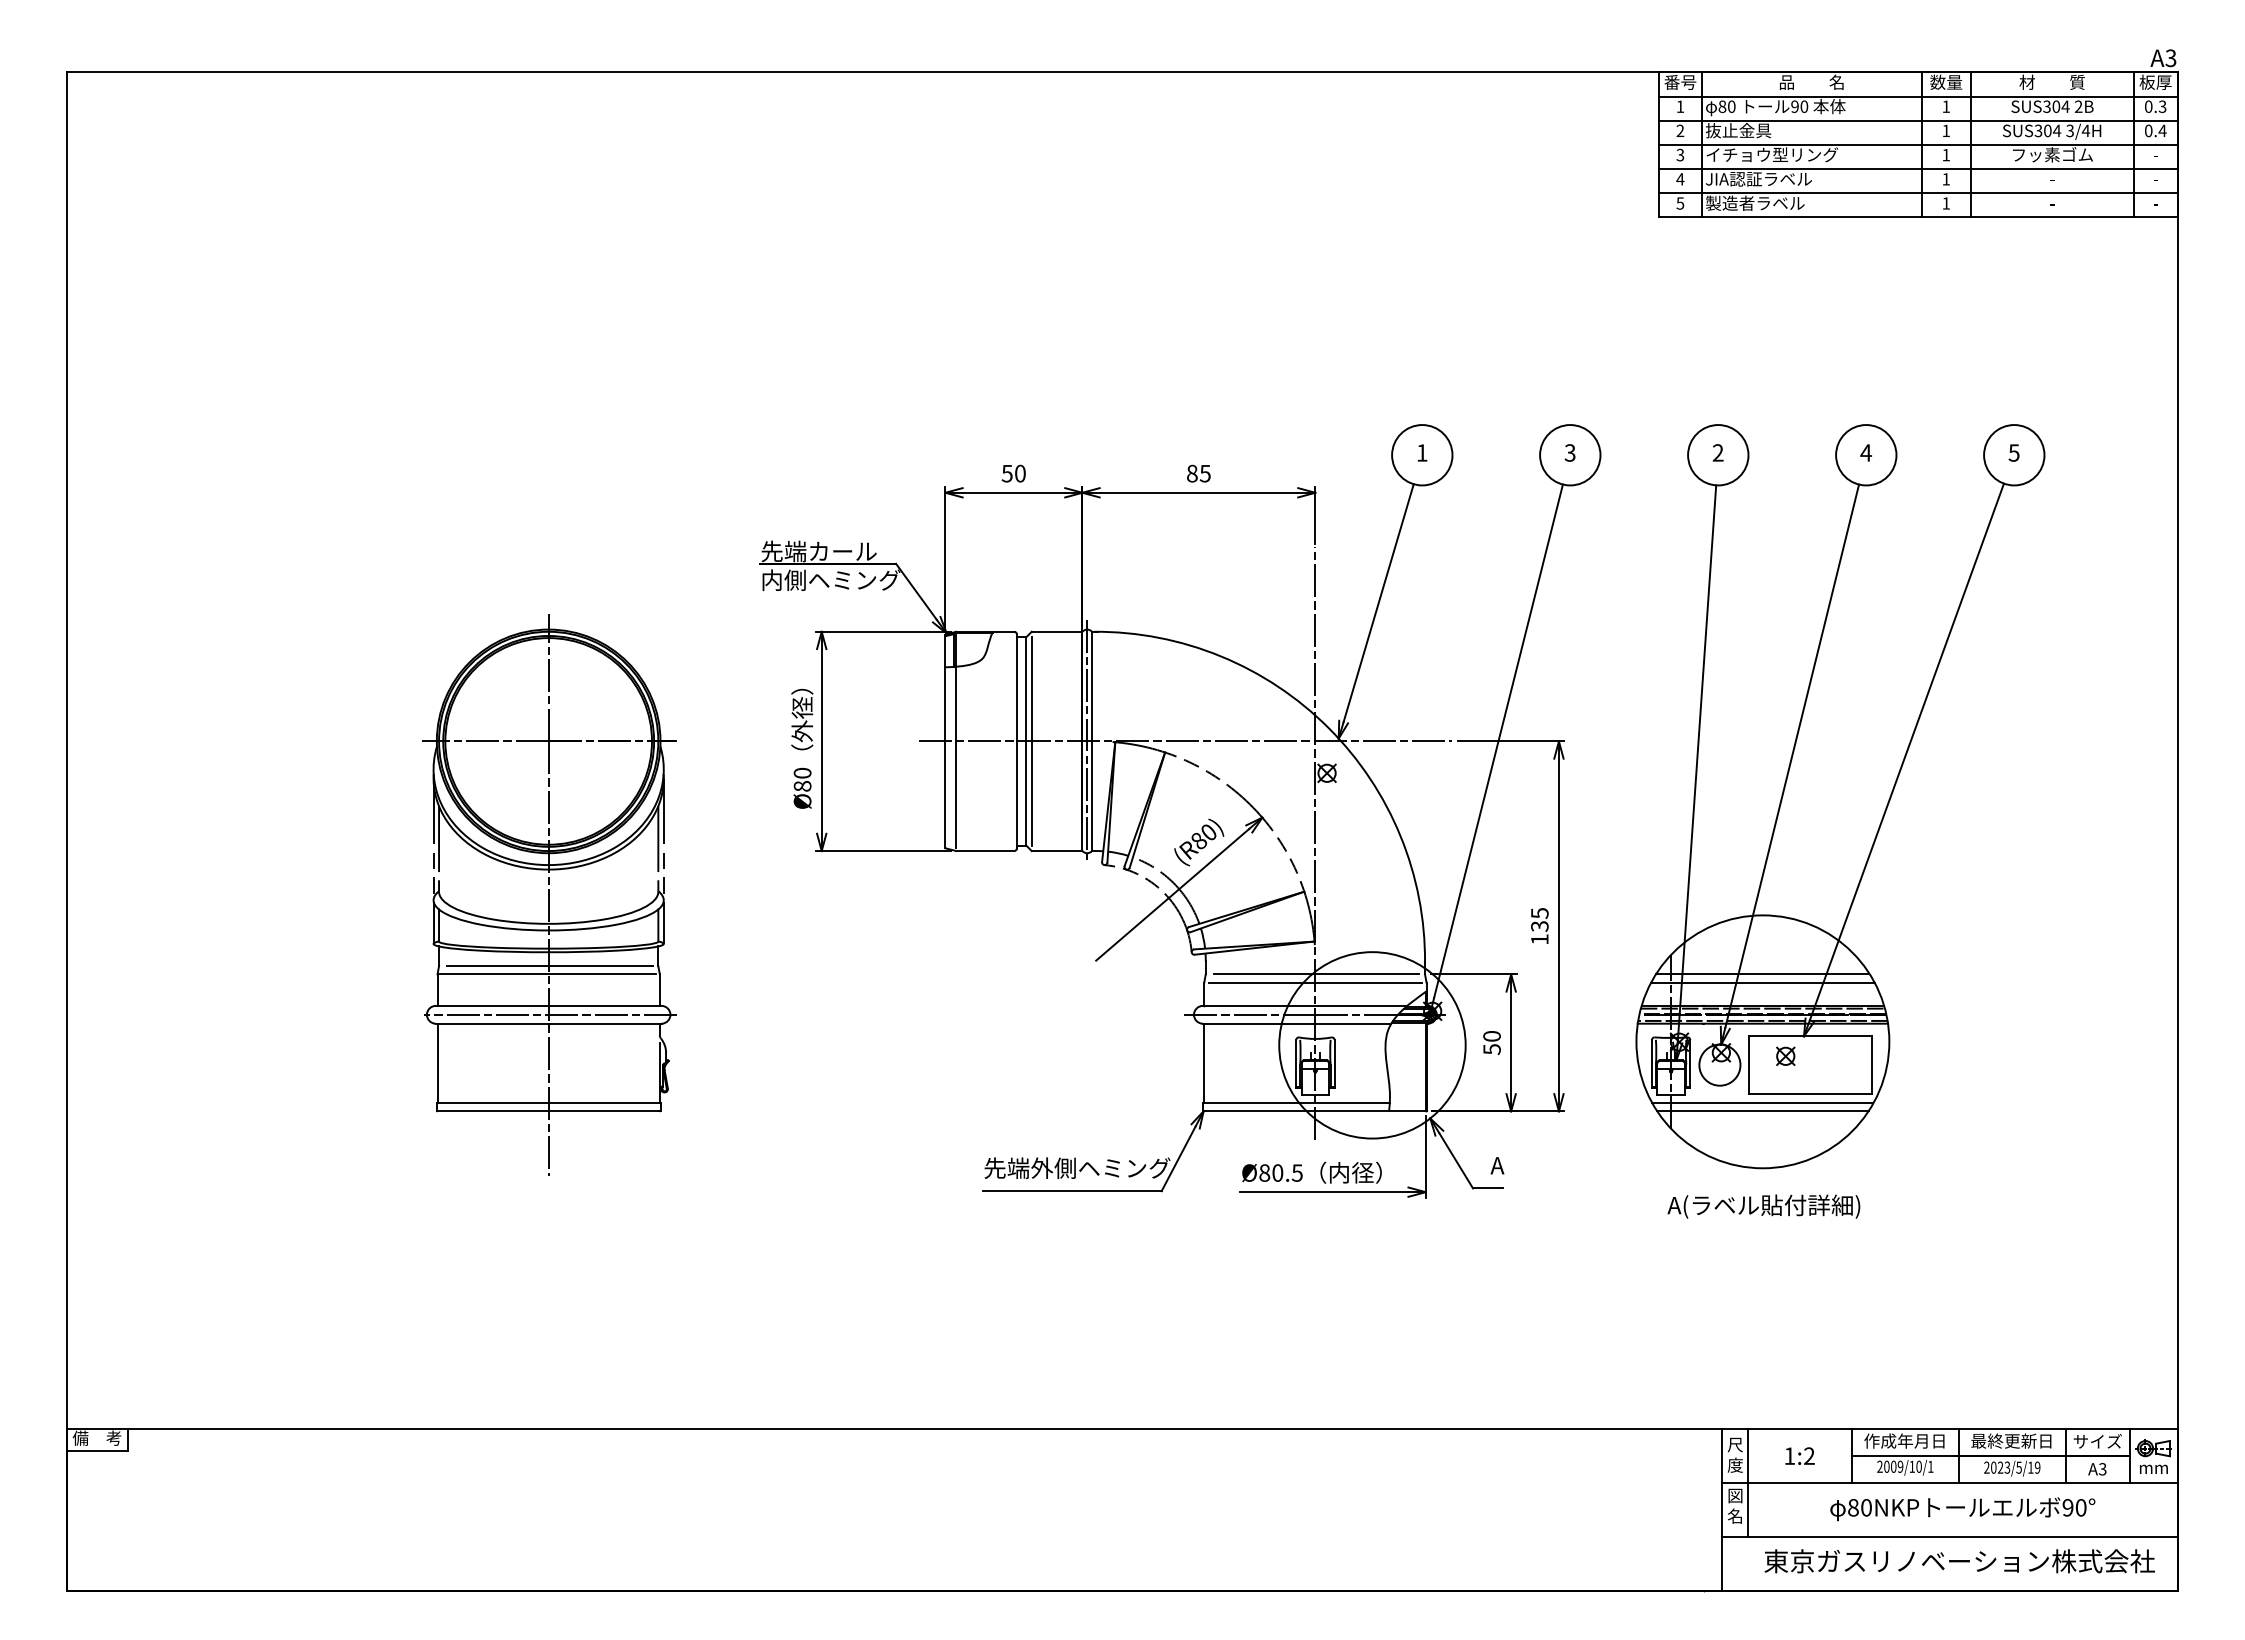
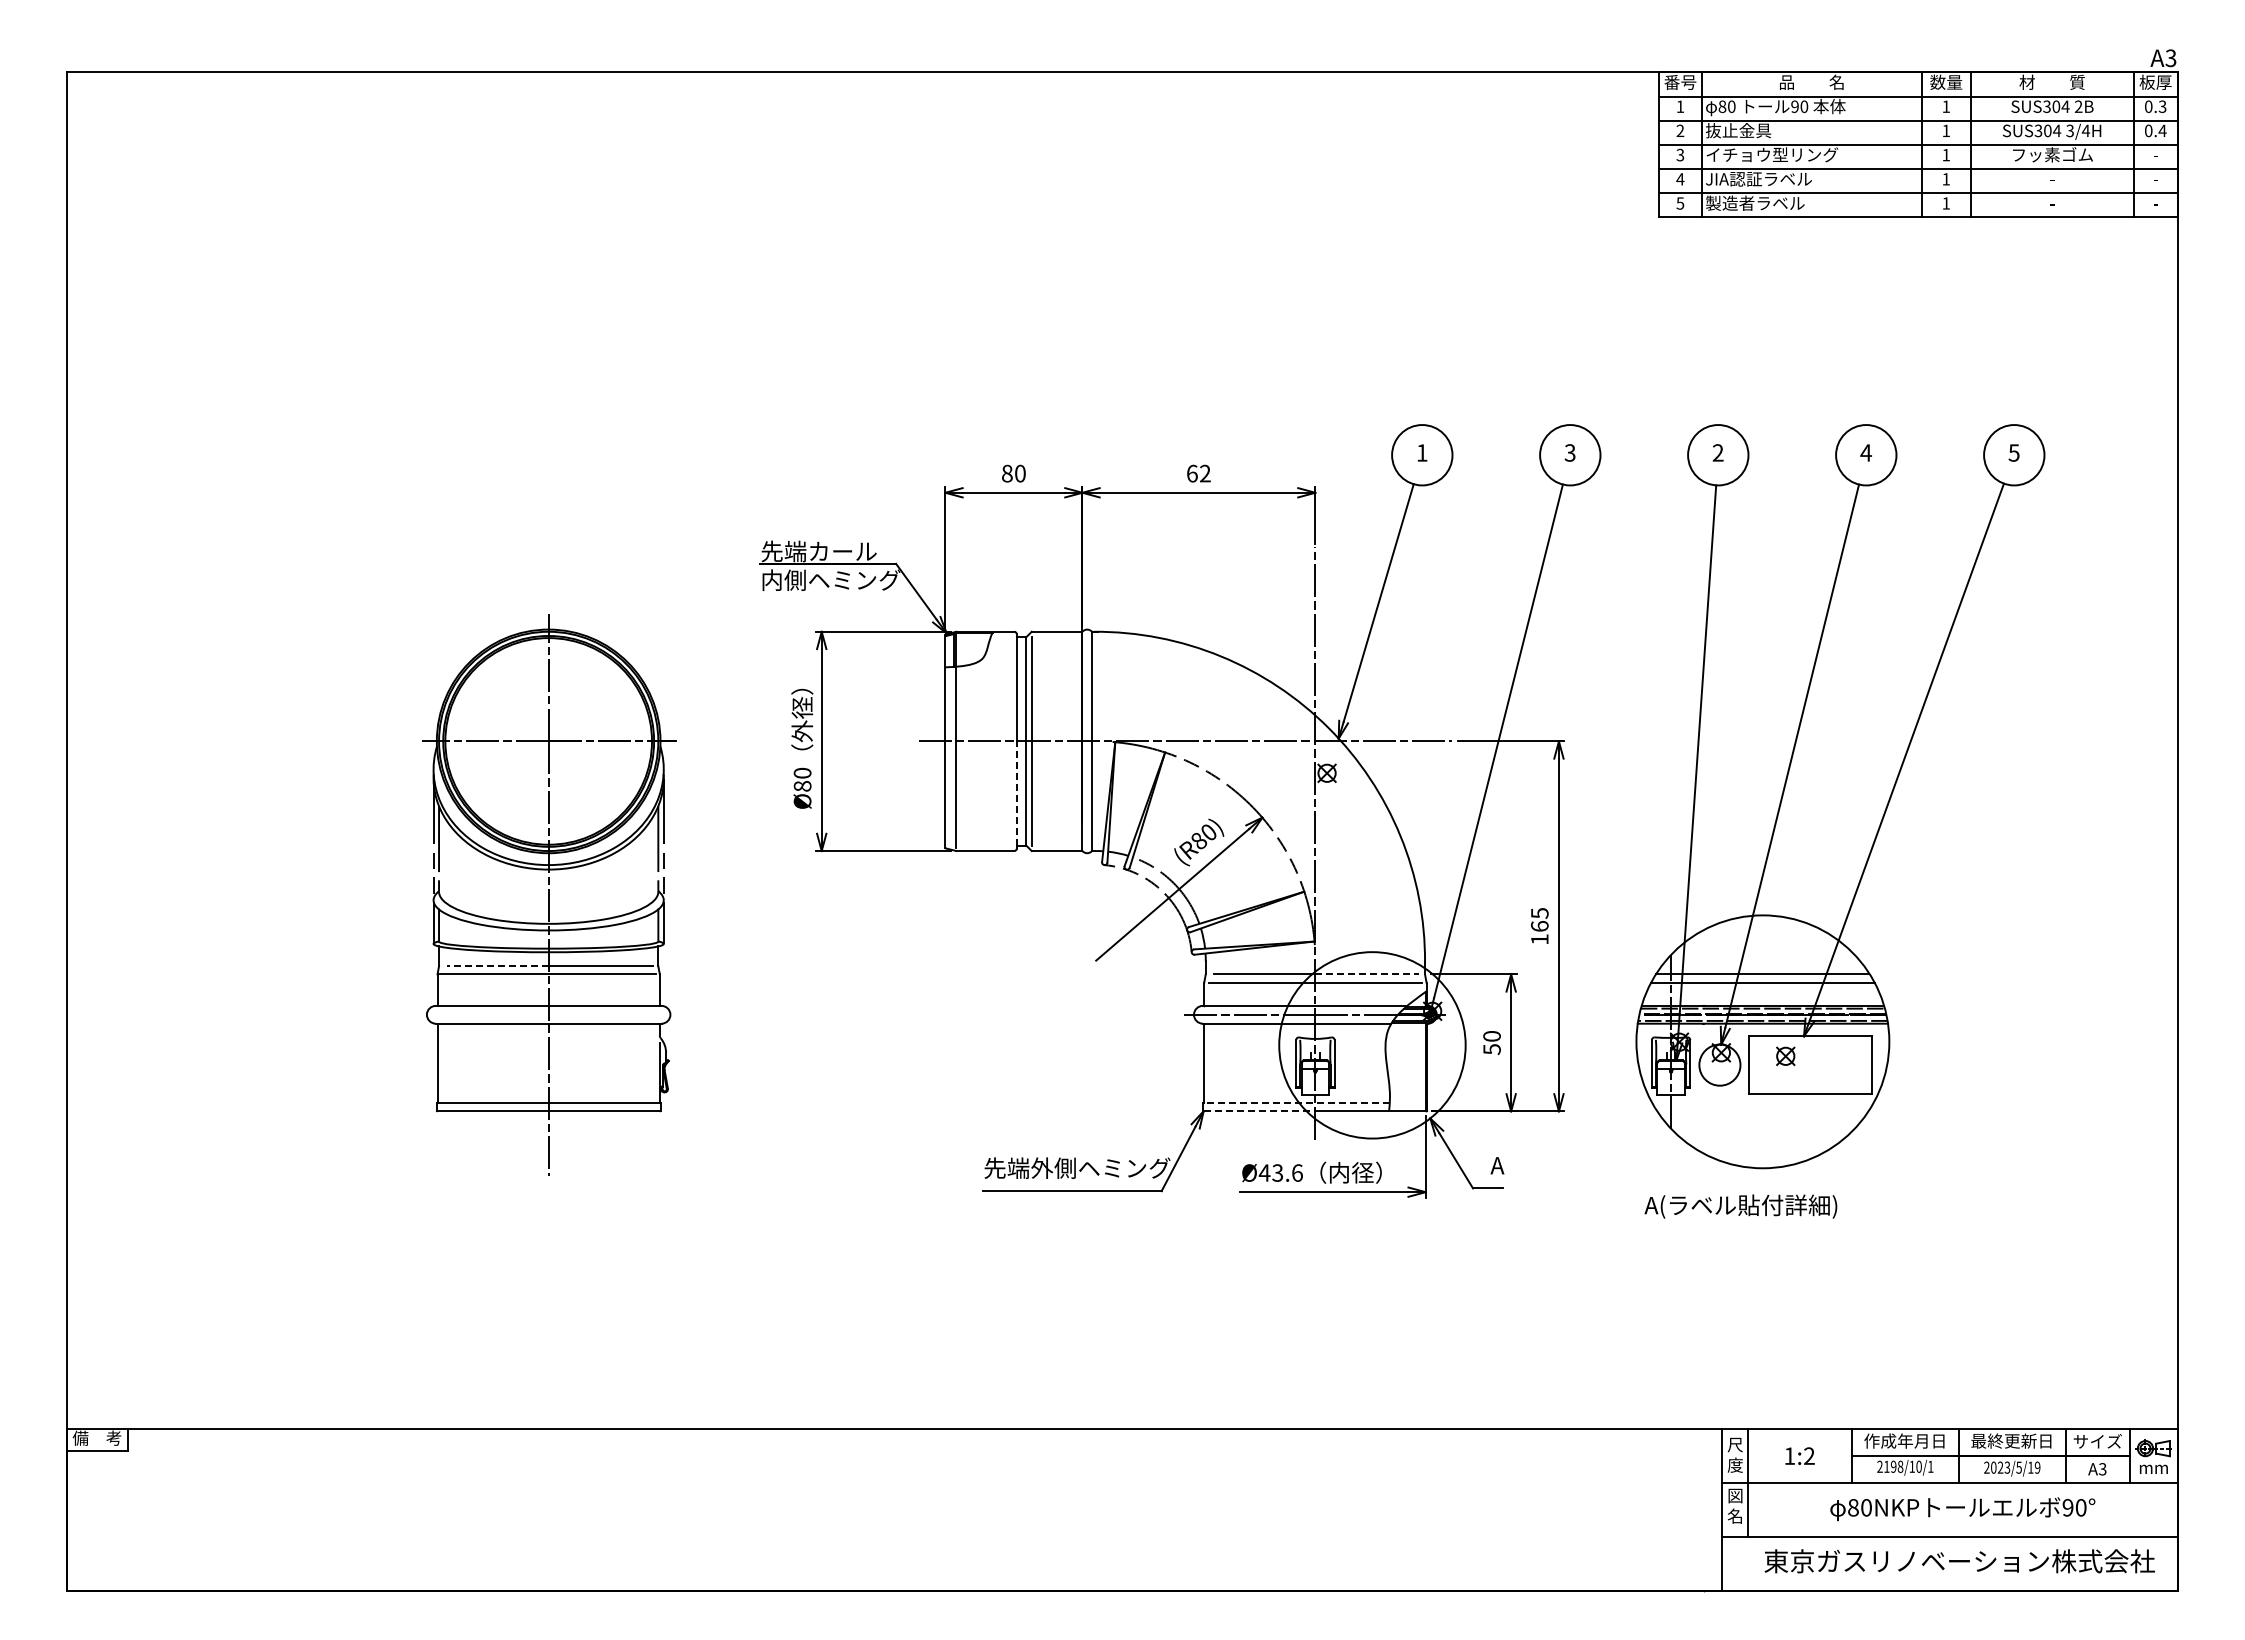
text at (1006, 473): 50 -> 80
text at (1198, 473): 85 -> 62
line at (1087, 739): present -> none
line at (1016, 792): solid -> dashed
text at (1539, 926): 135 -> 165
line at (497, 966): solid -> dashed
line at (1367, 974): solid -> dashed
line at (549, 1014): present -> none
line at (1295, 1103): solid -> dashed
line at (1762, 1103): present -> none
line at (1259, 1111): solid -> dashed
line at (1762, 1111): present -> none
text at (1280, 1172): Ø80.5 -> Ø43.6
text at (1763, 1206) position: (1763, 1206) -> (1740, 1206)
text at (1893, 1466): 2009/10/1 -> 2198/10/1
